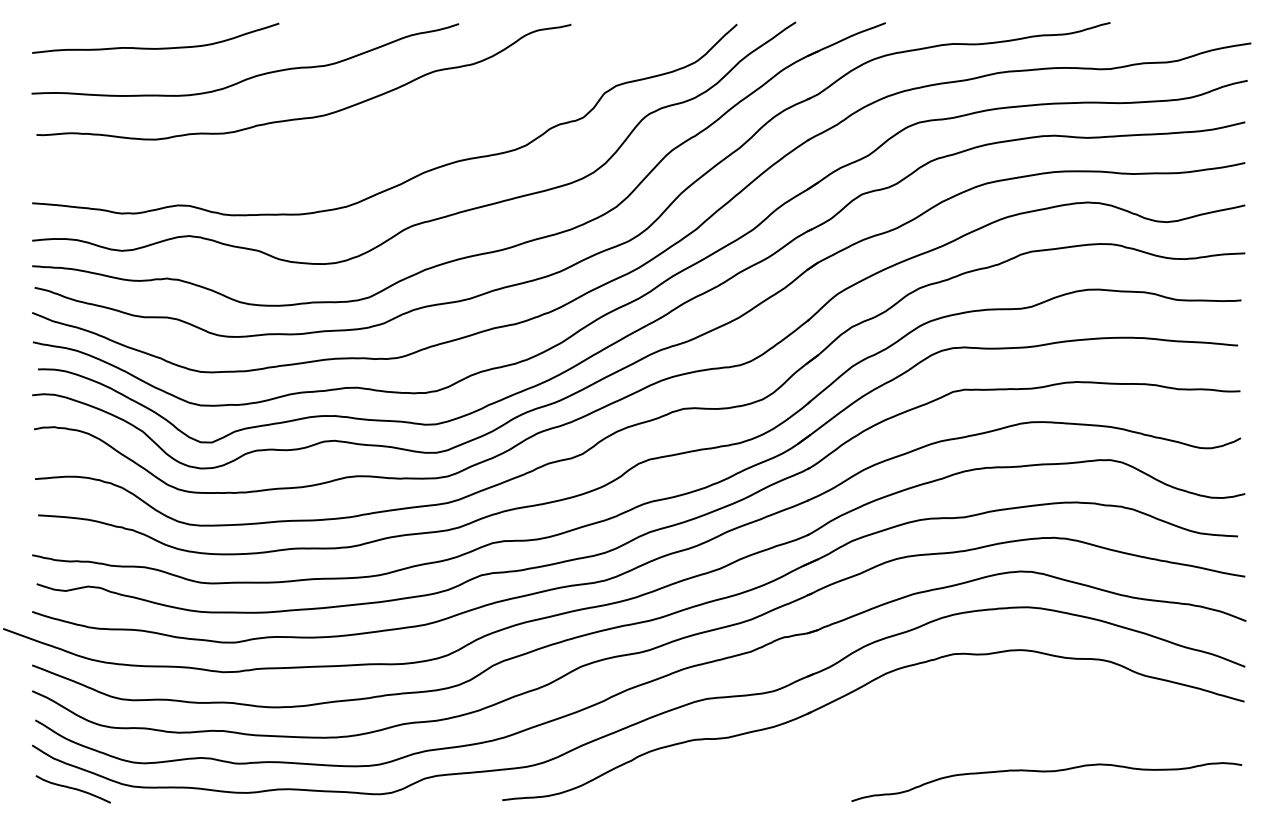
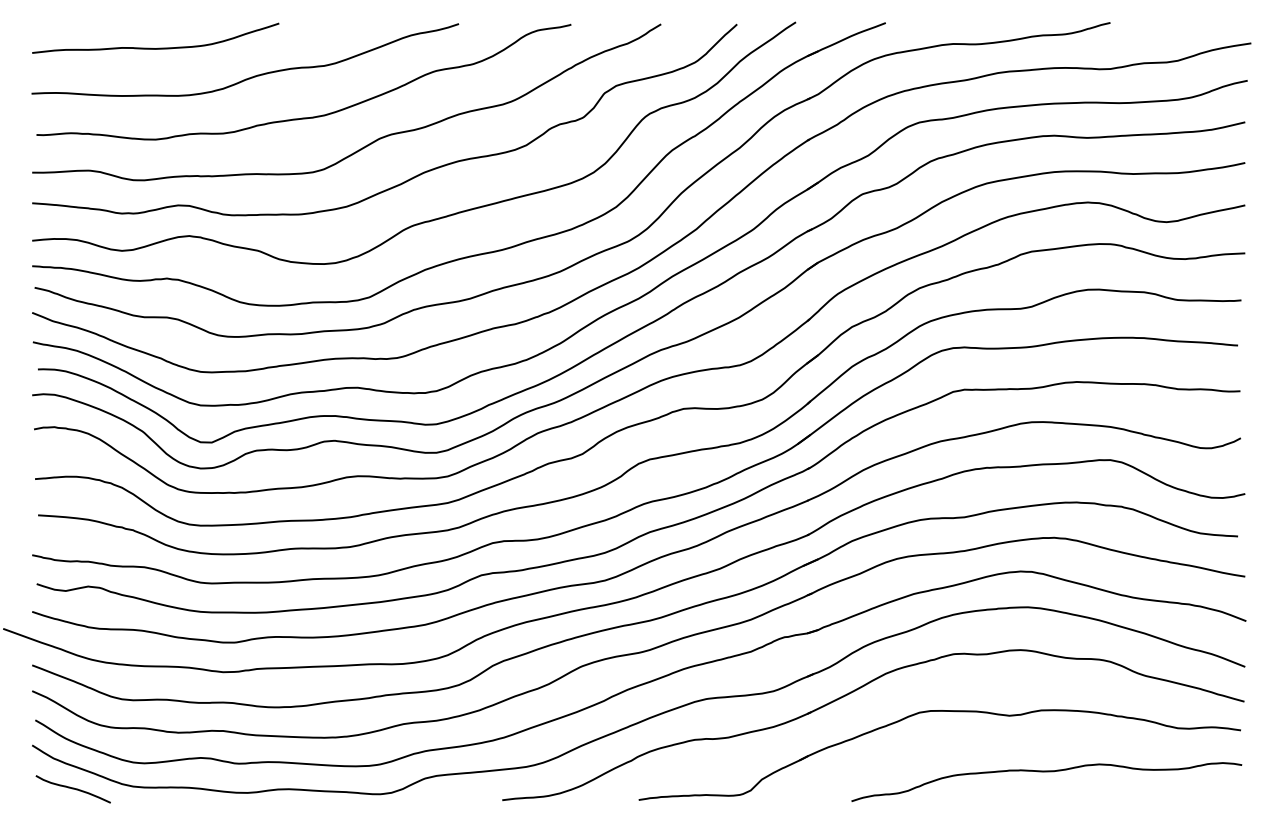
curve at (370, 142): none -> present
part at (939, 711): none -> present
